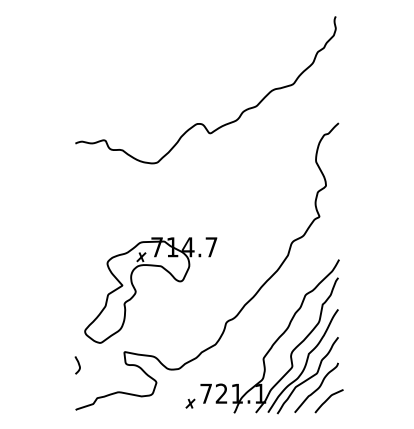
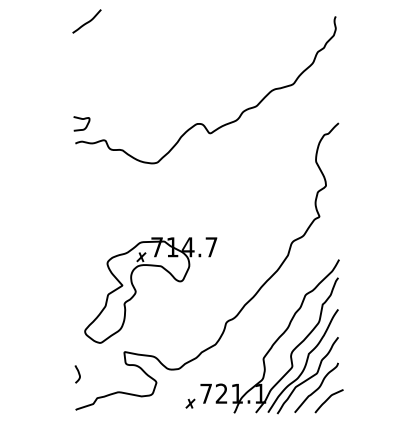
curve at (87, 21): none -> present
curve at (81, 119): none -> present
curve at (78, 365) position: (78, 365) -> (78, 374)
